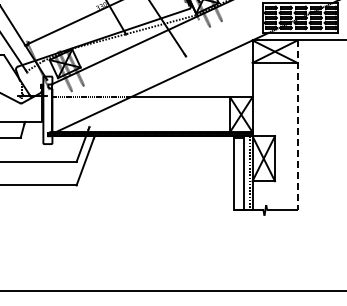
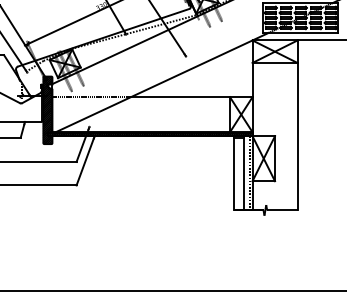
hatch at (47, 110): none -> present
line at (297, 125): dashed -> solid
